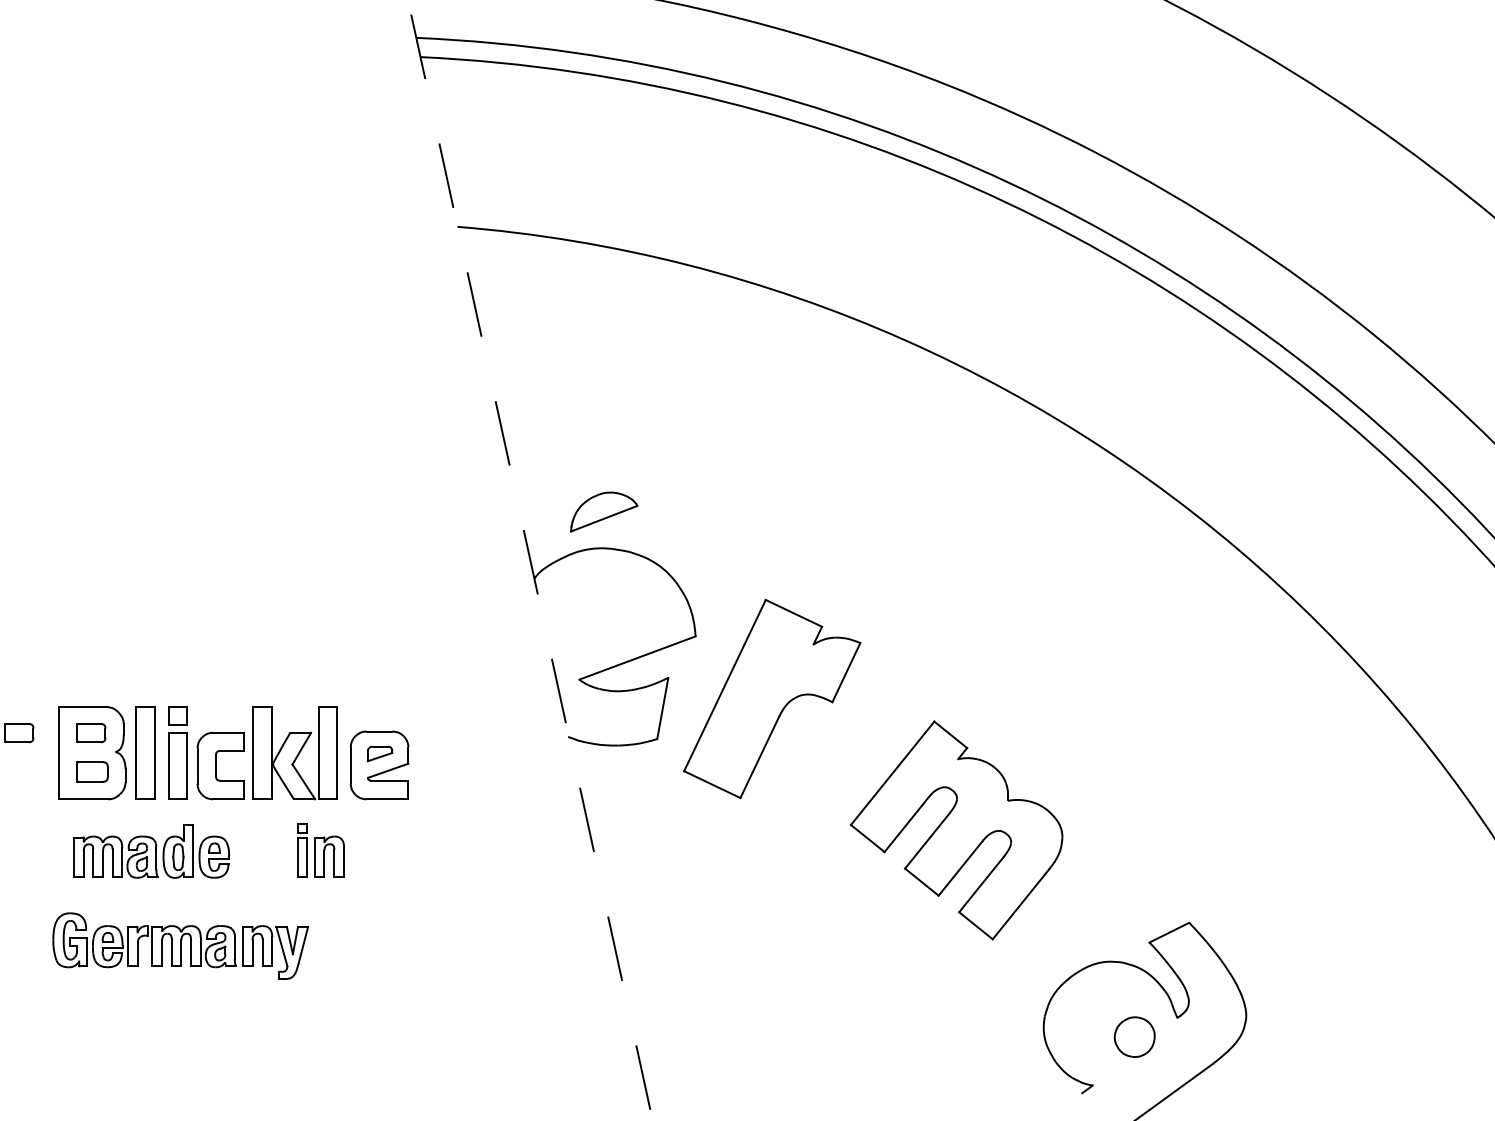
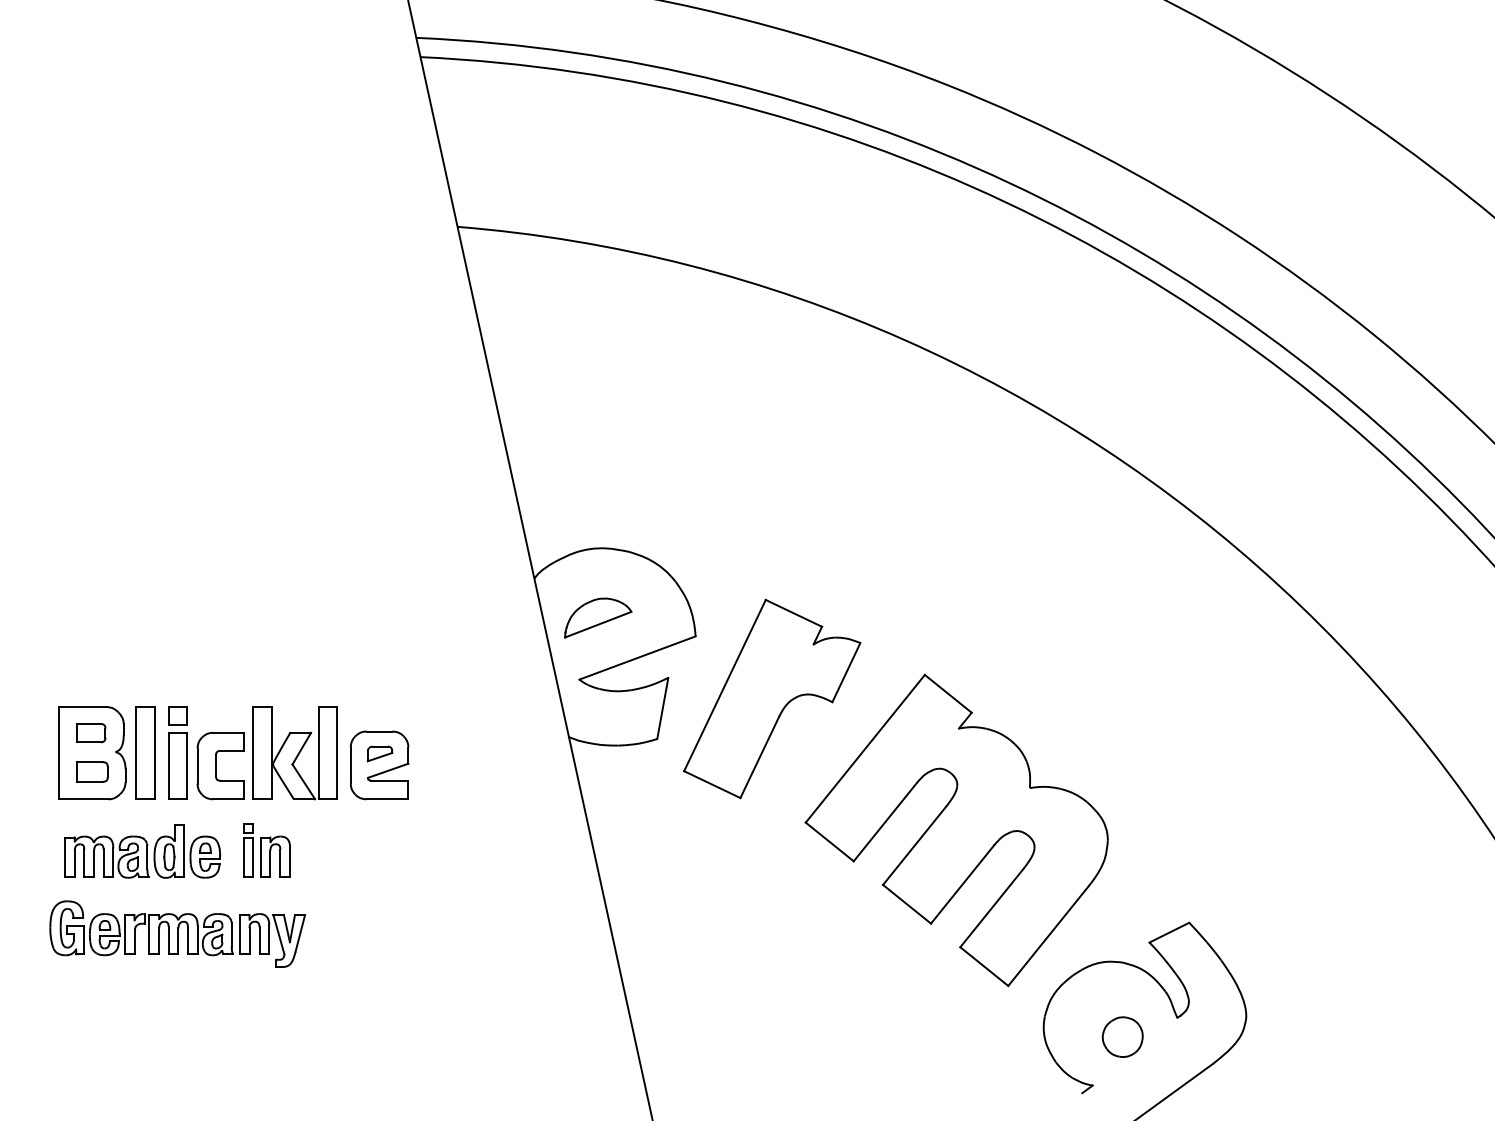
part at (604, 511) position: (604, 511) -> (598, 617)
line at (530, 560): dashed -> solid
part at (19, 733): present -> none
part at (956, 830) size: 215x221 px -> 305x315 px
part at (320, 850) position: (320, 850) -> (266, 850)
part at (151, 851) position: (151, 851) -> (142, 851)
part at (180, 945) position: (180, 945) -> (177, 933)
part at (1134, 1036) position: (1134, 1036) -> (1122, 1036)
